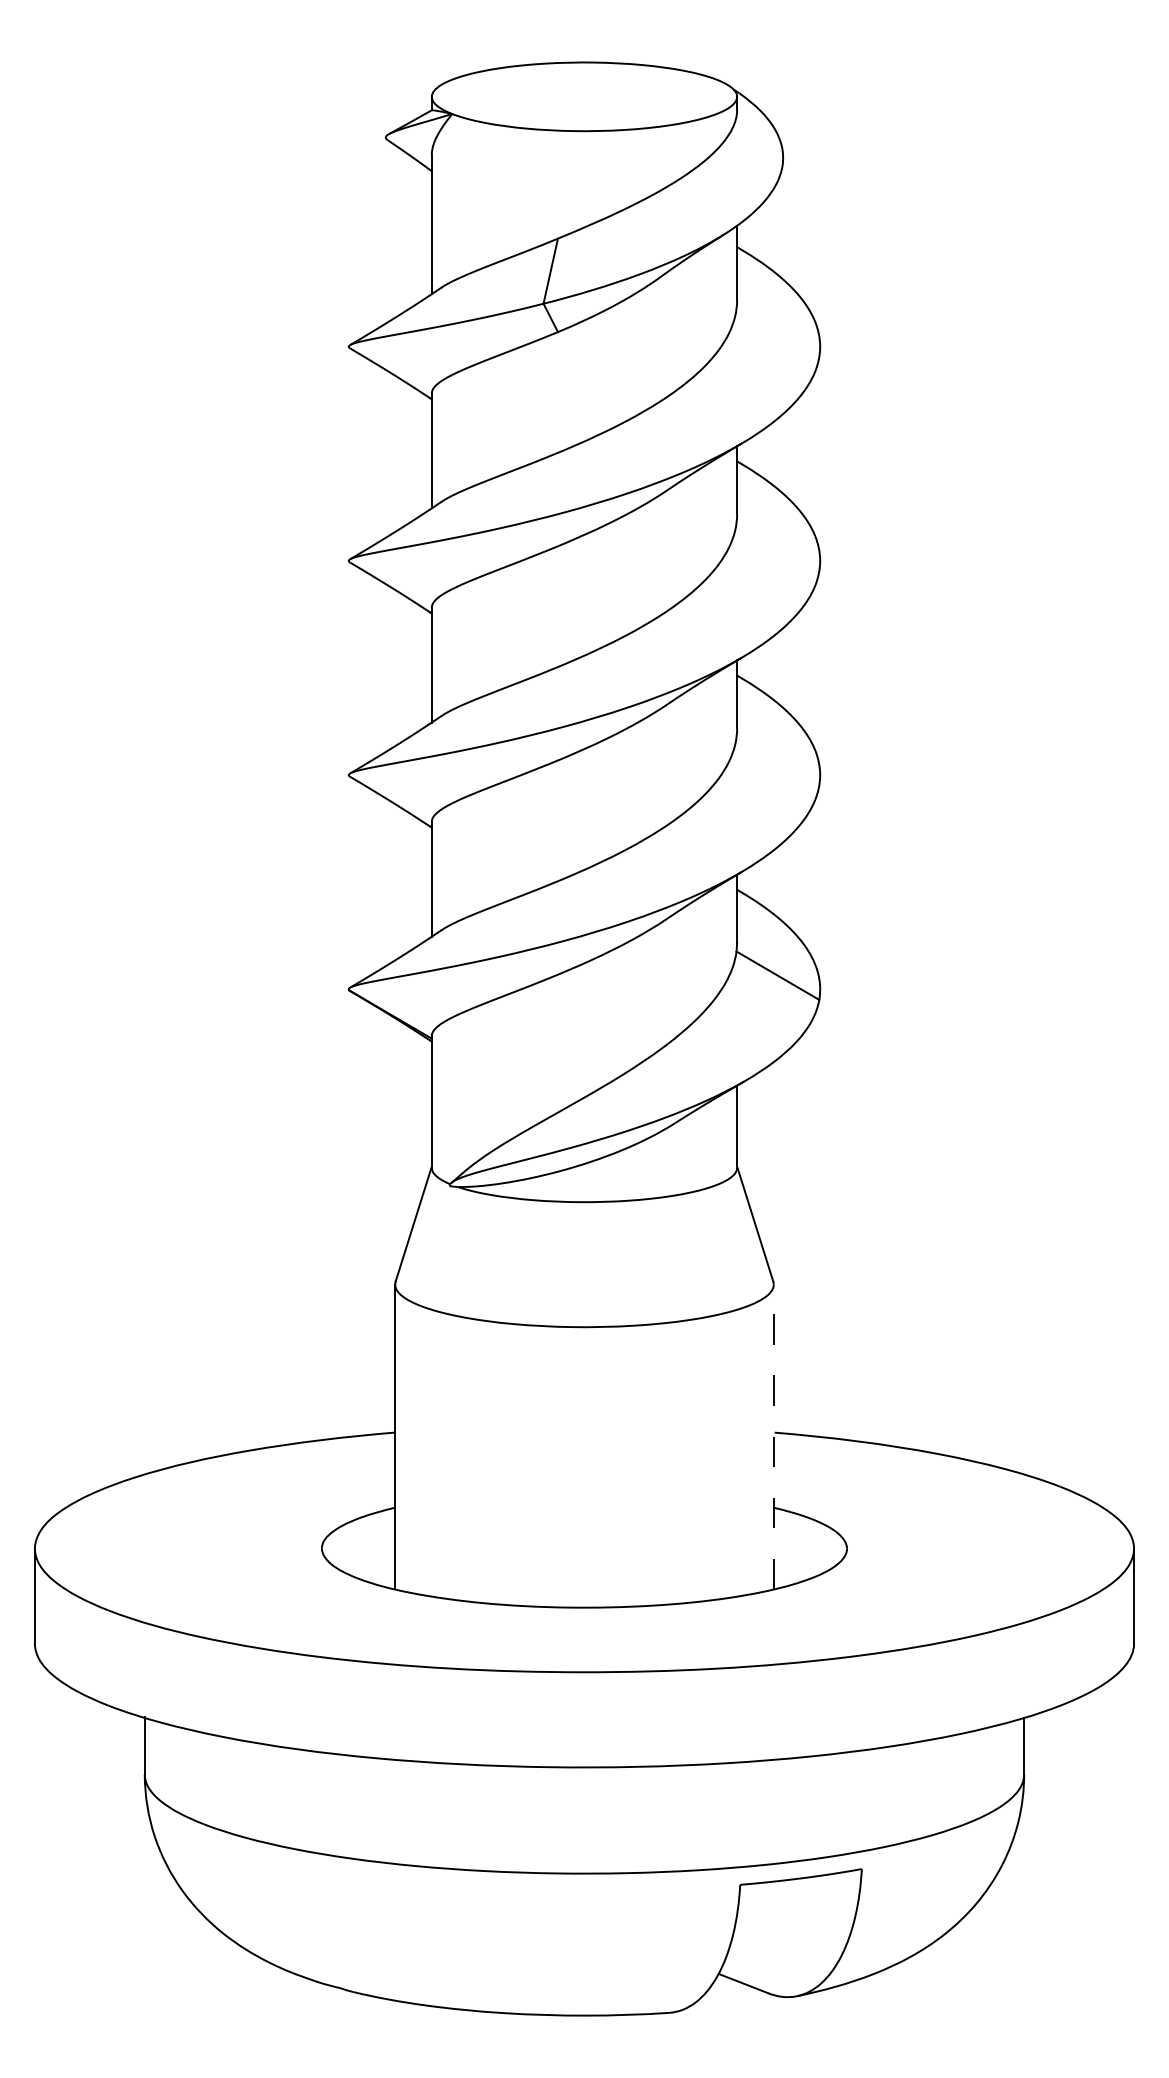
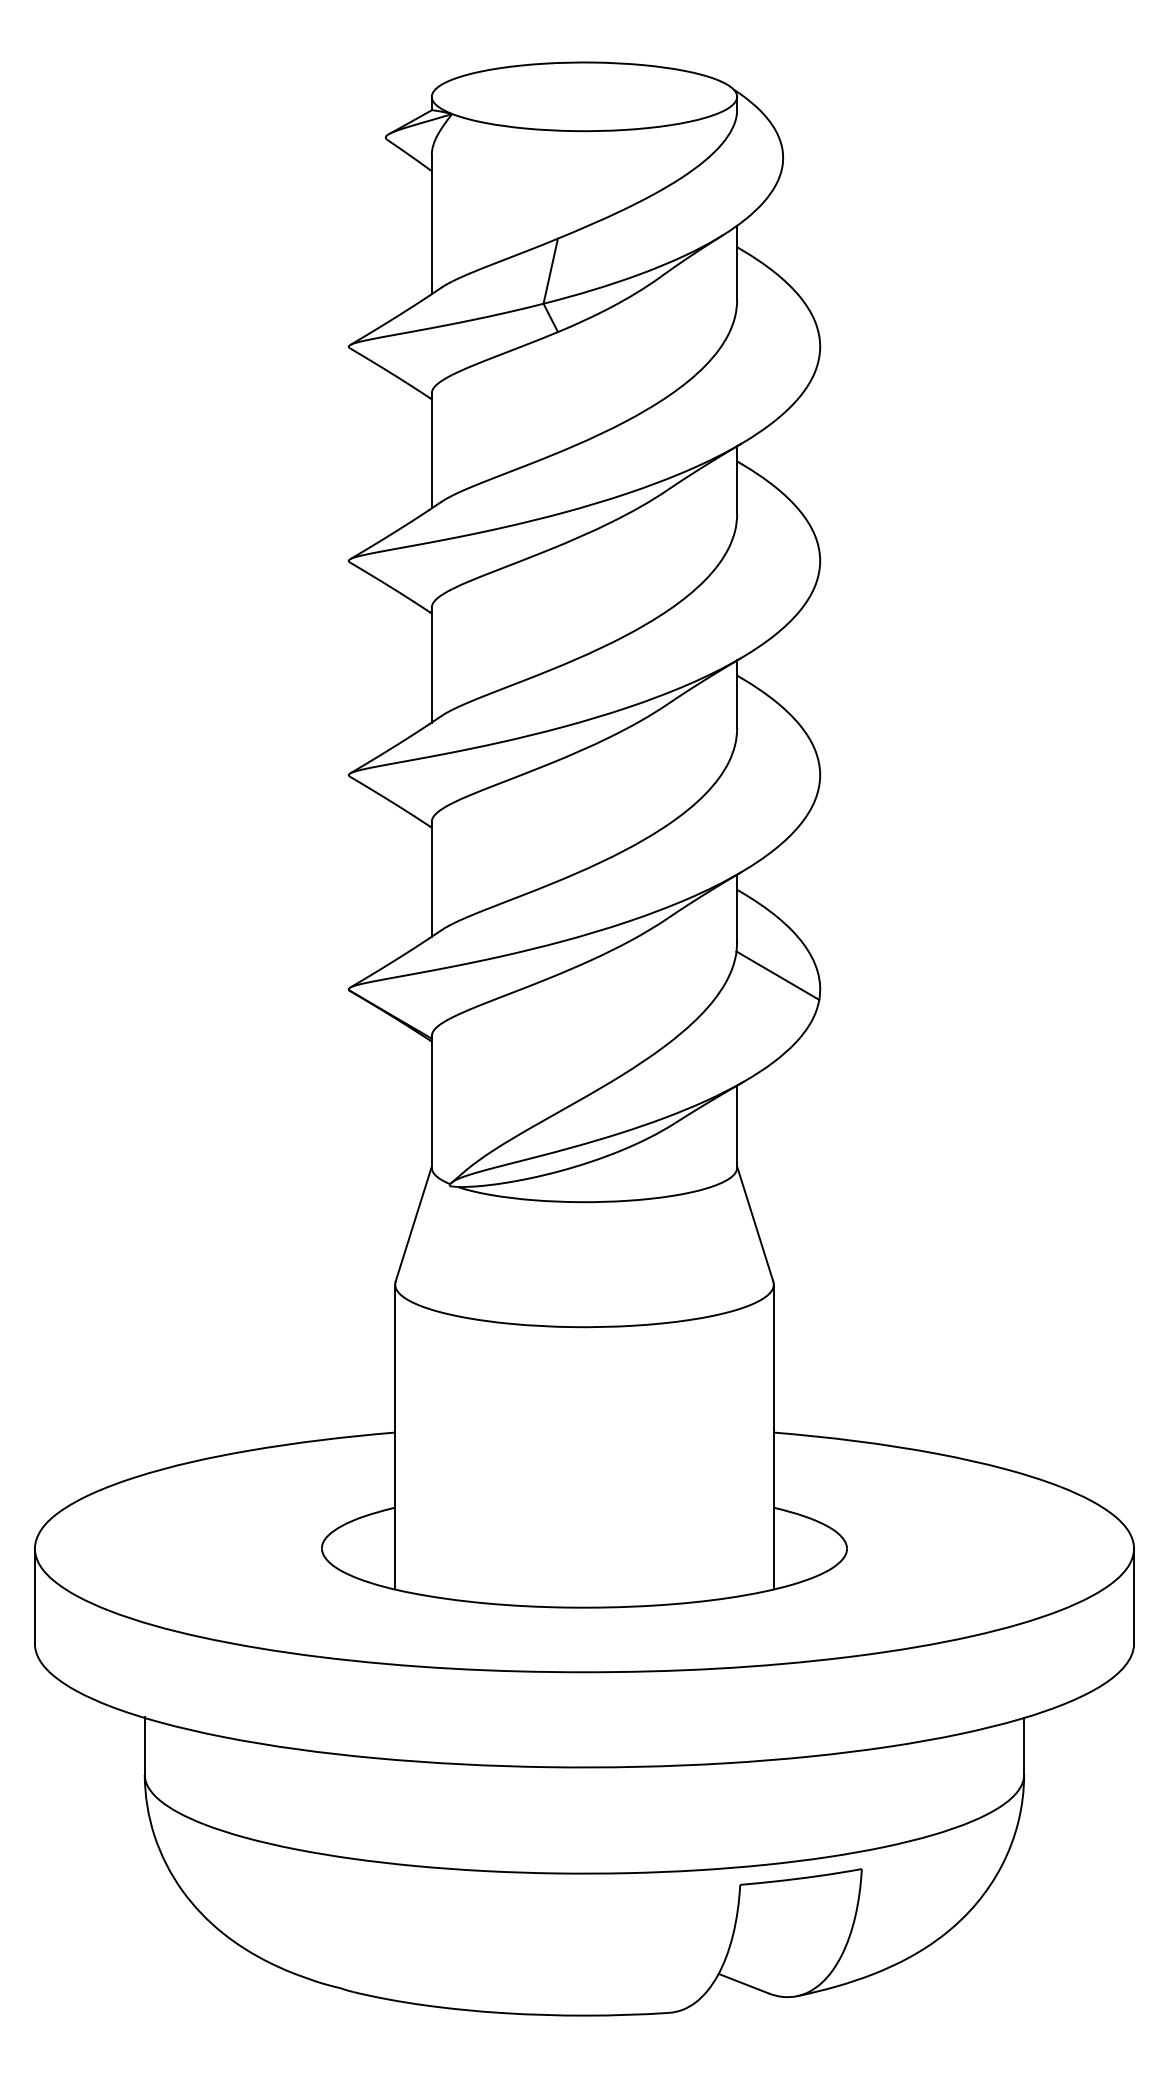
line at (773, 1436): dashed -> solid
